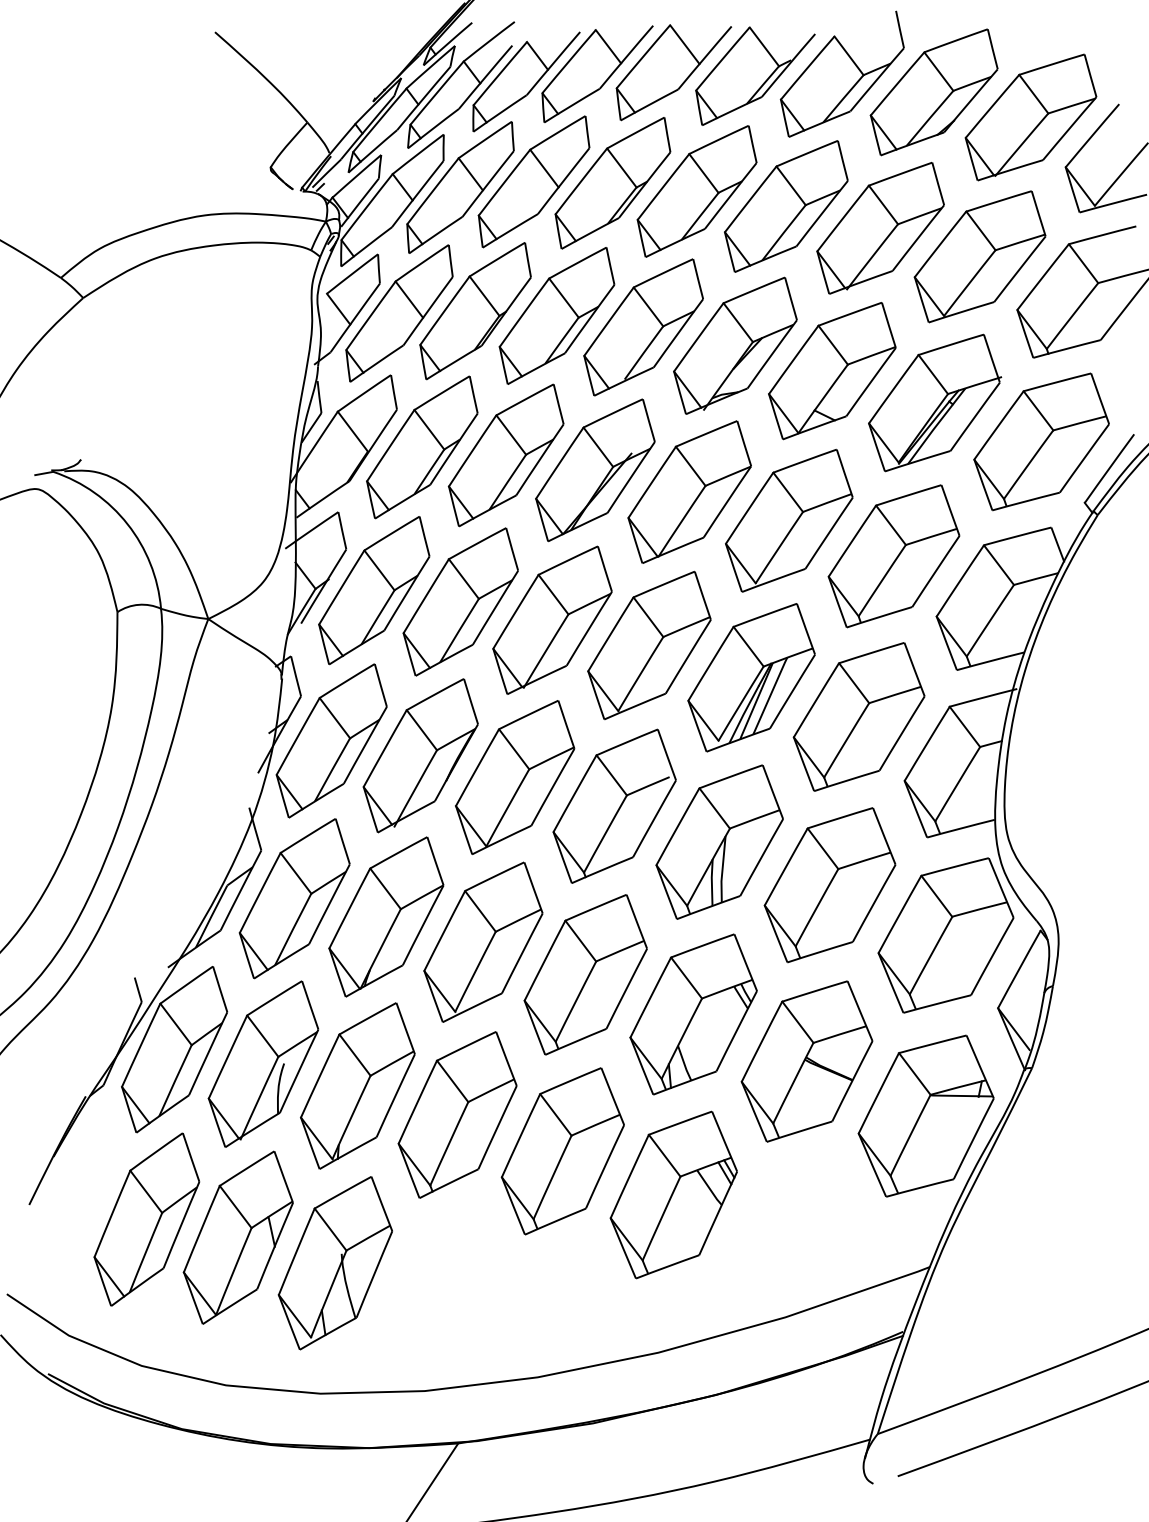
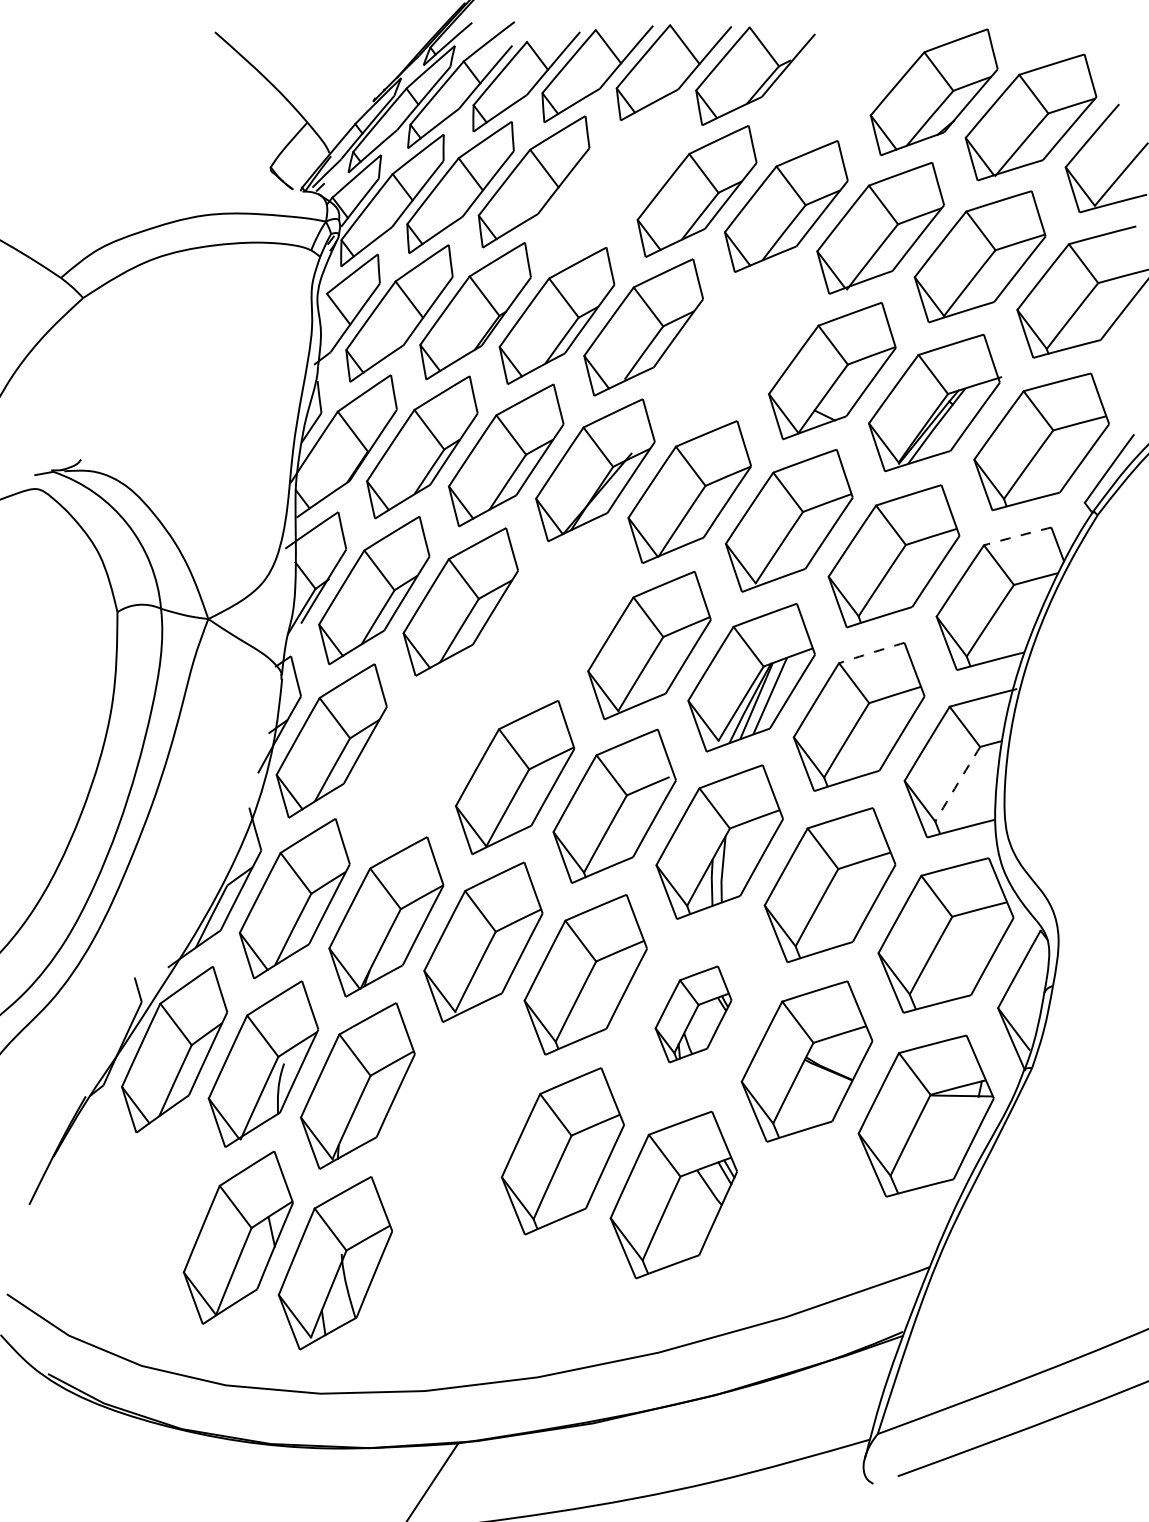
part at (841, 73): present -> none
part at (612, 183): present -> none
part at (735, 345): present -> none
arc at (1017, 536): solid -> dashed
part at (552, 619): present -> none
arc at (871, 652): solid -> dashed
part at (420, 755): present -> none
arc at (957, 784): solid -> dashed
part at (693, 1014) size: 129x163 px -> 79x99 px
part at (457, 1114): present -> none
part at (146, 1219): present -> none
